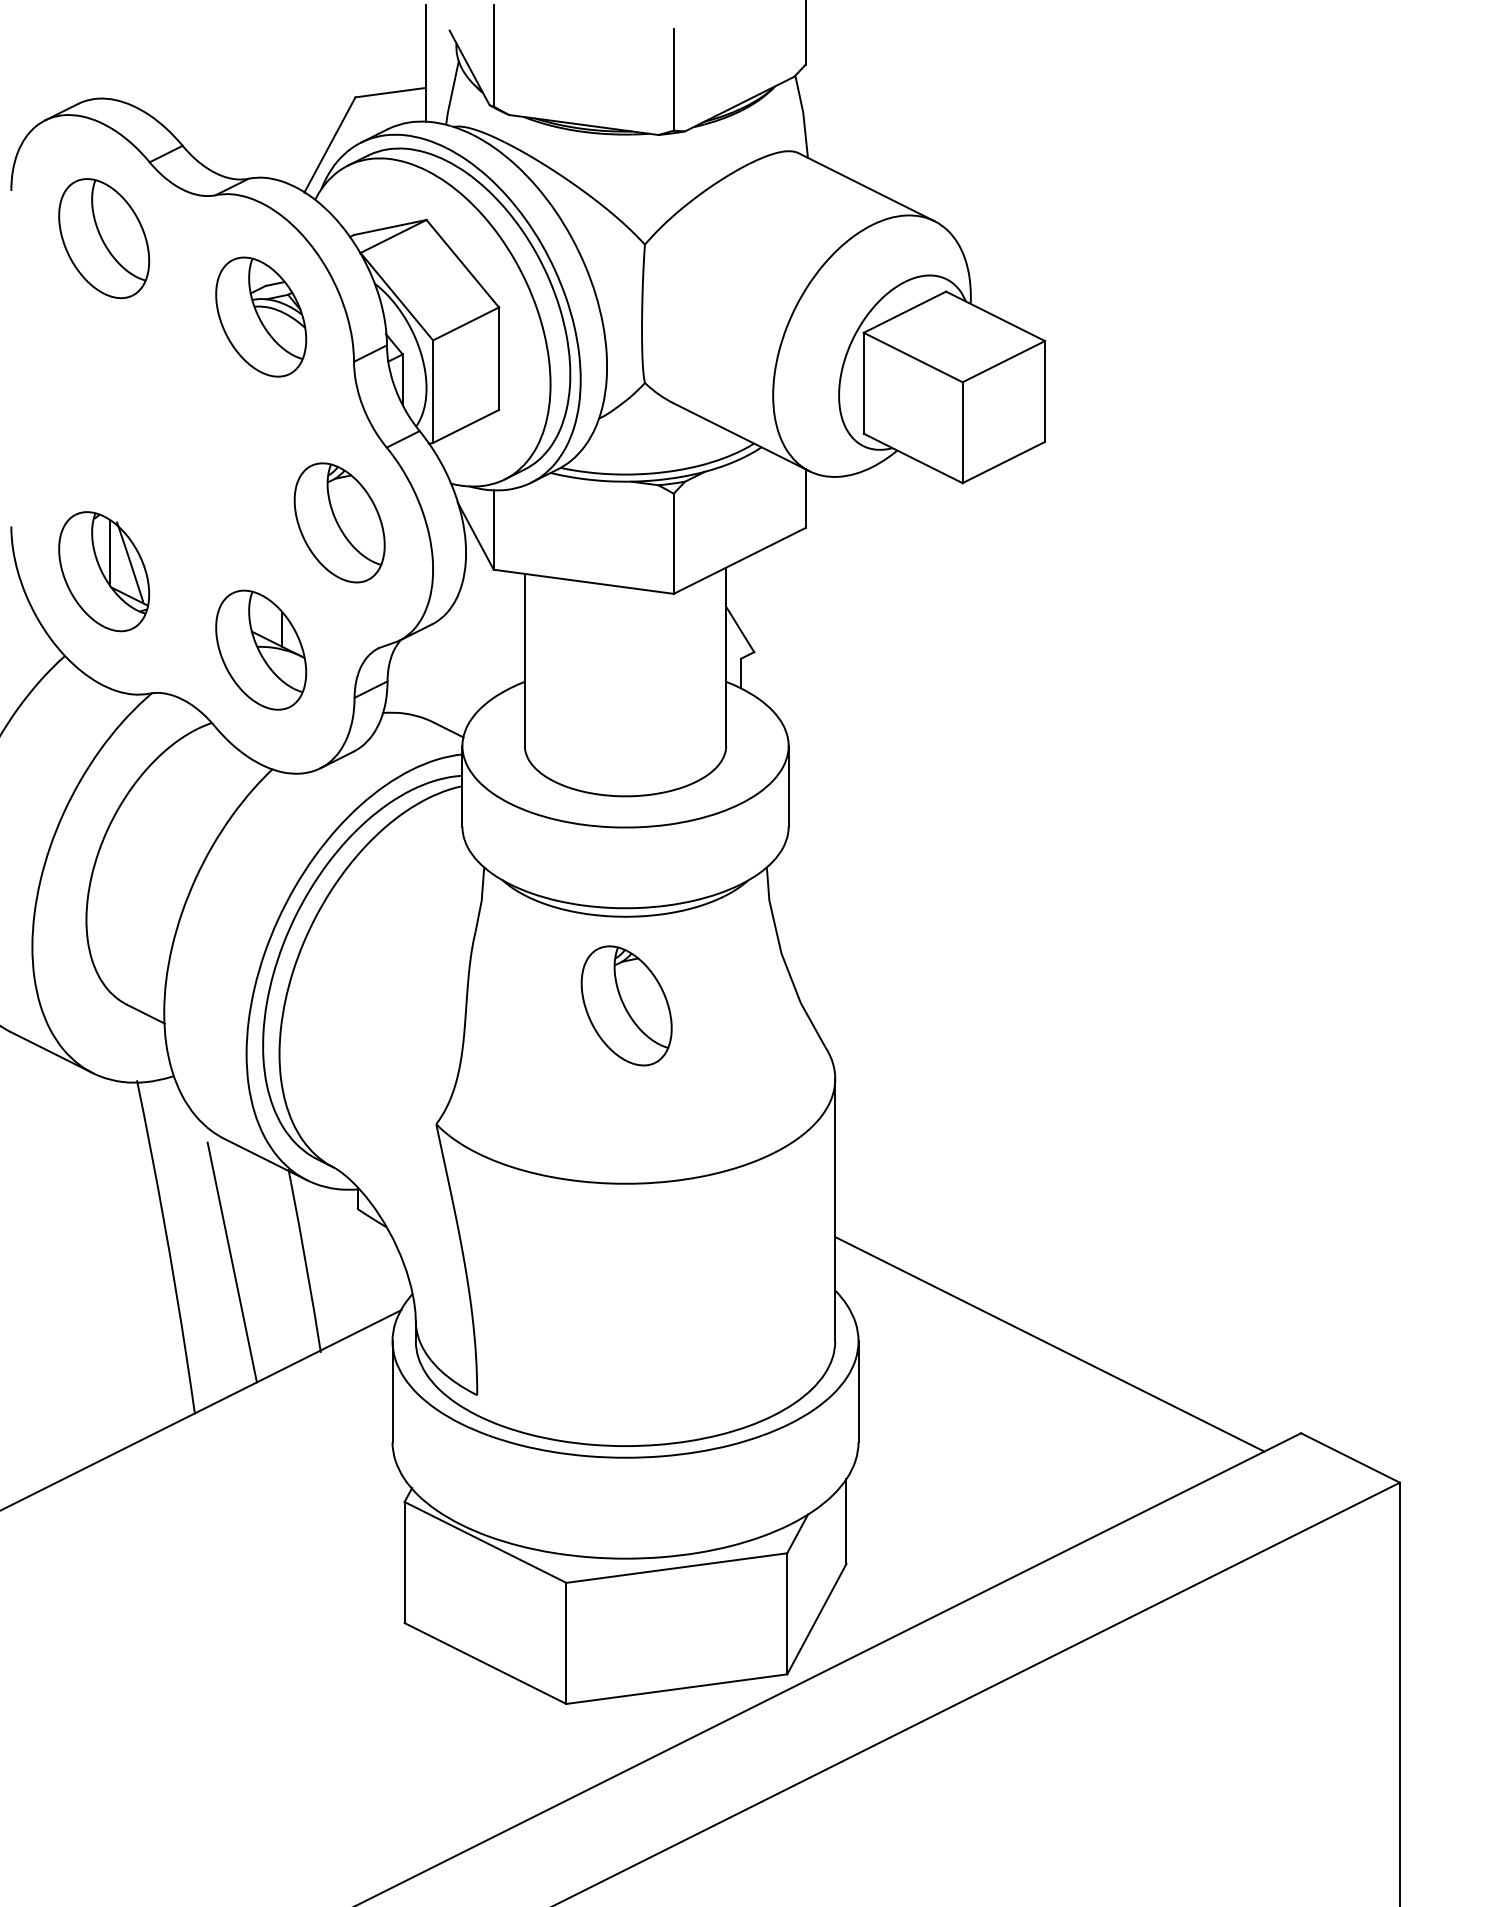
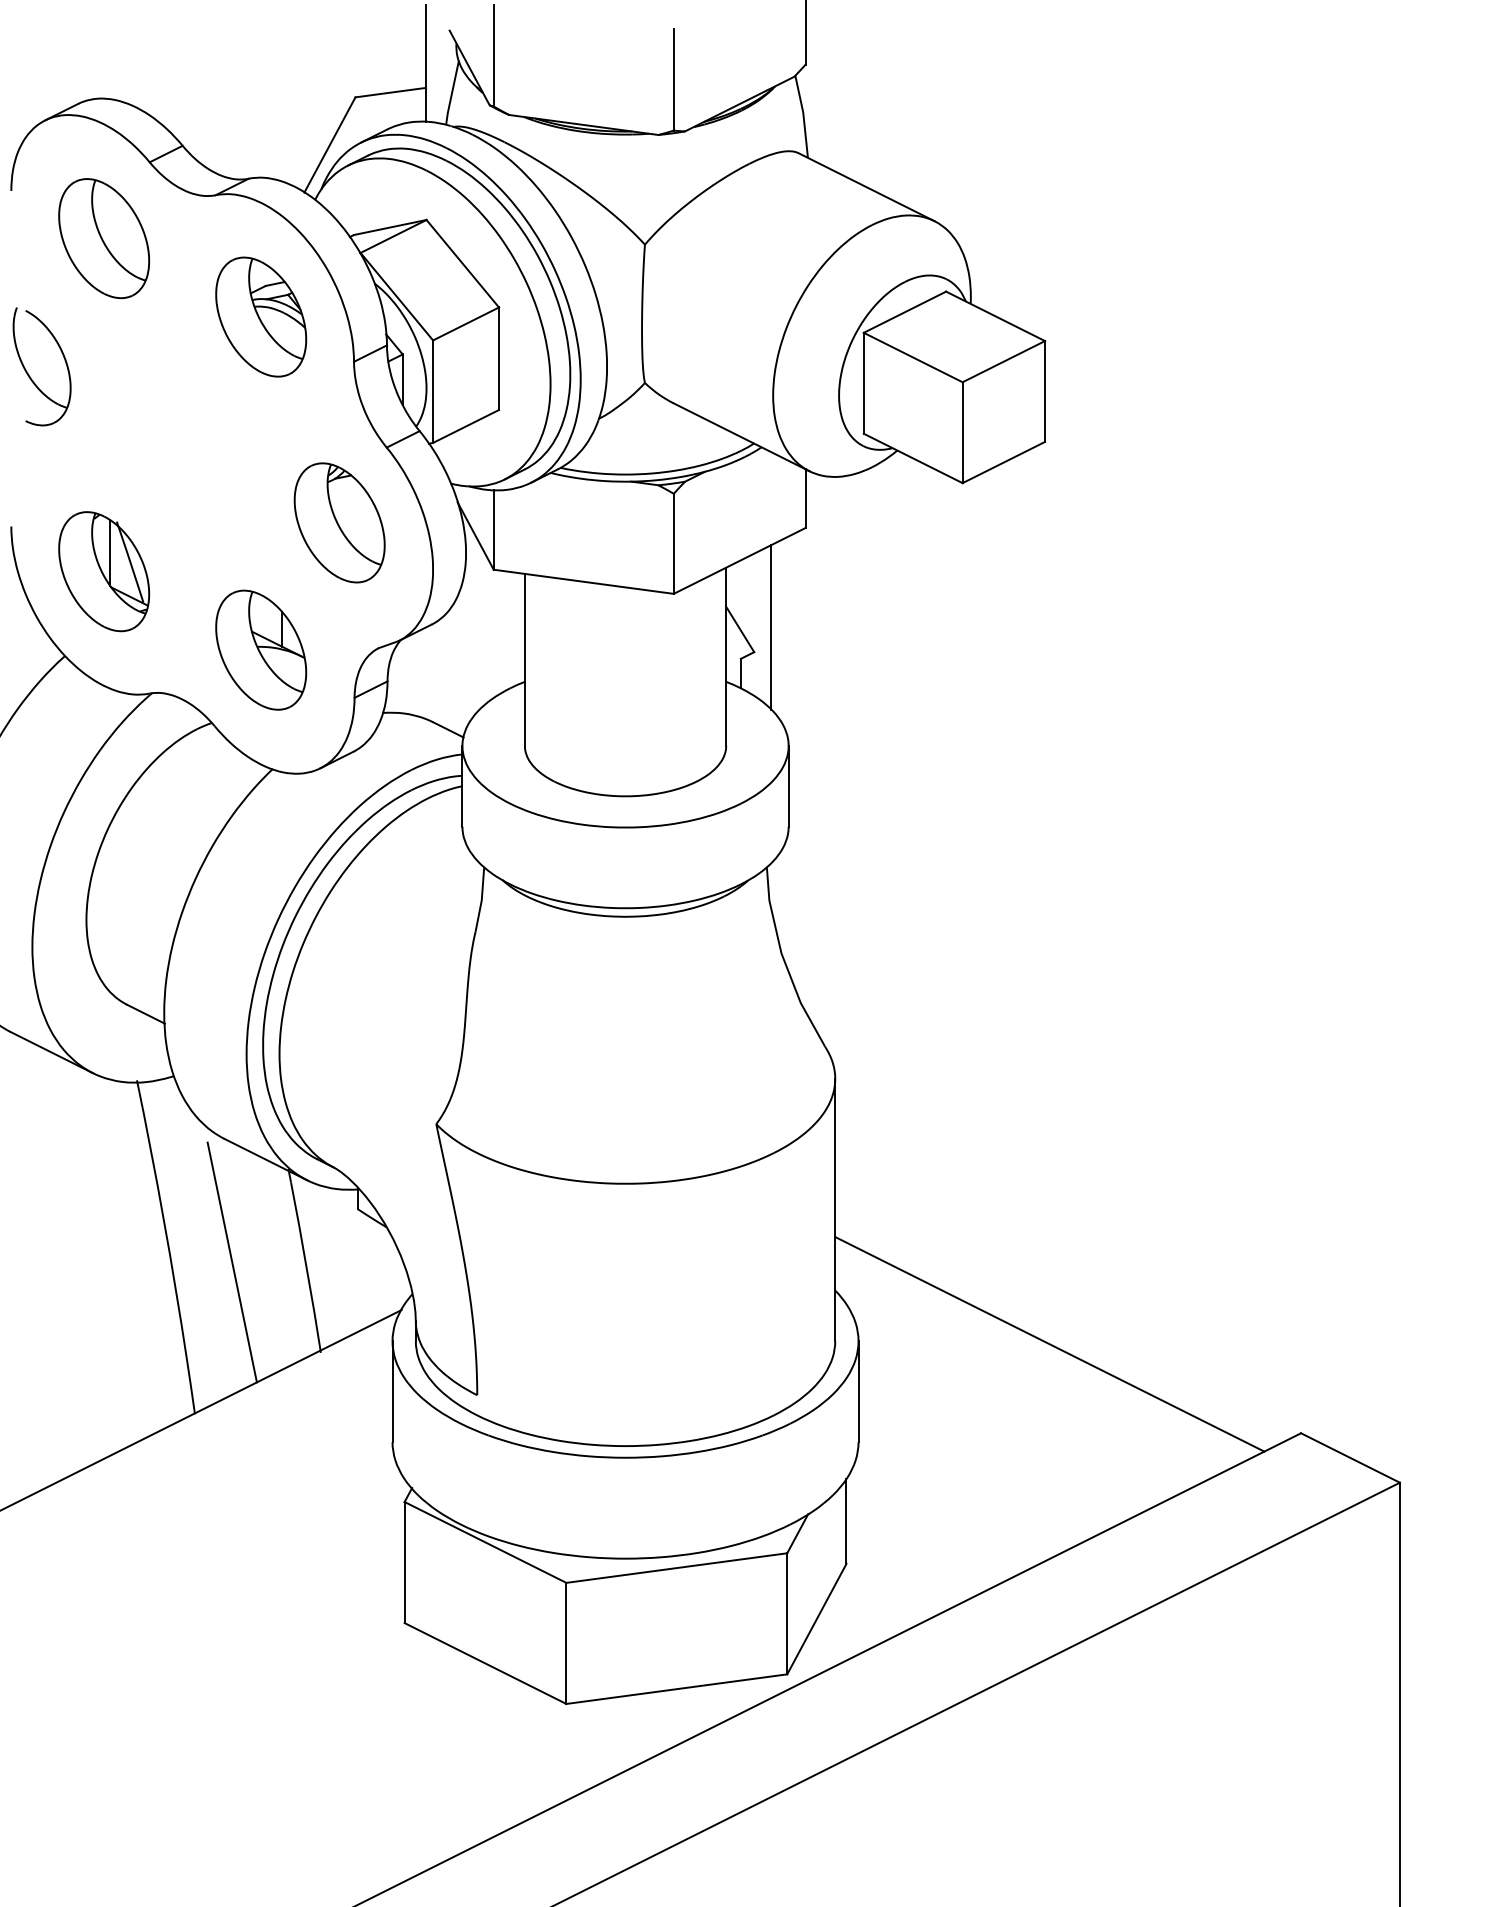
part at (29, 374): none -> present
line at (771, 627): none -> present
part at (626, 1005): present -> none
